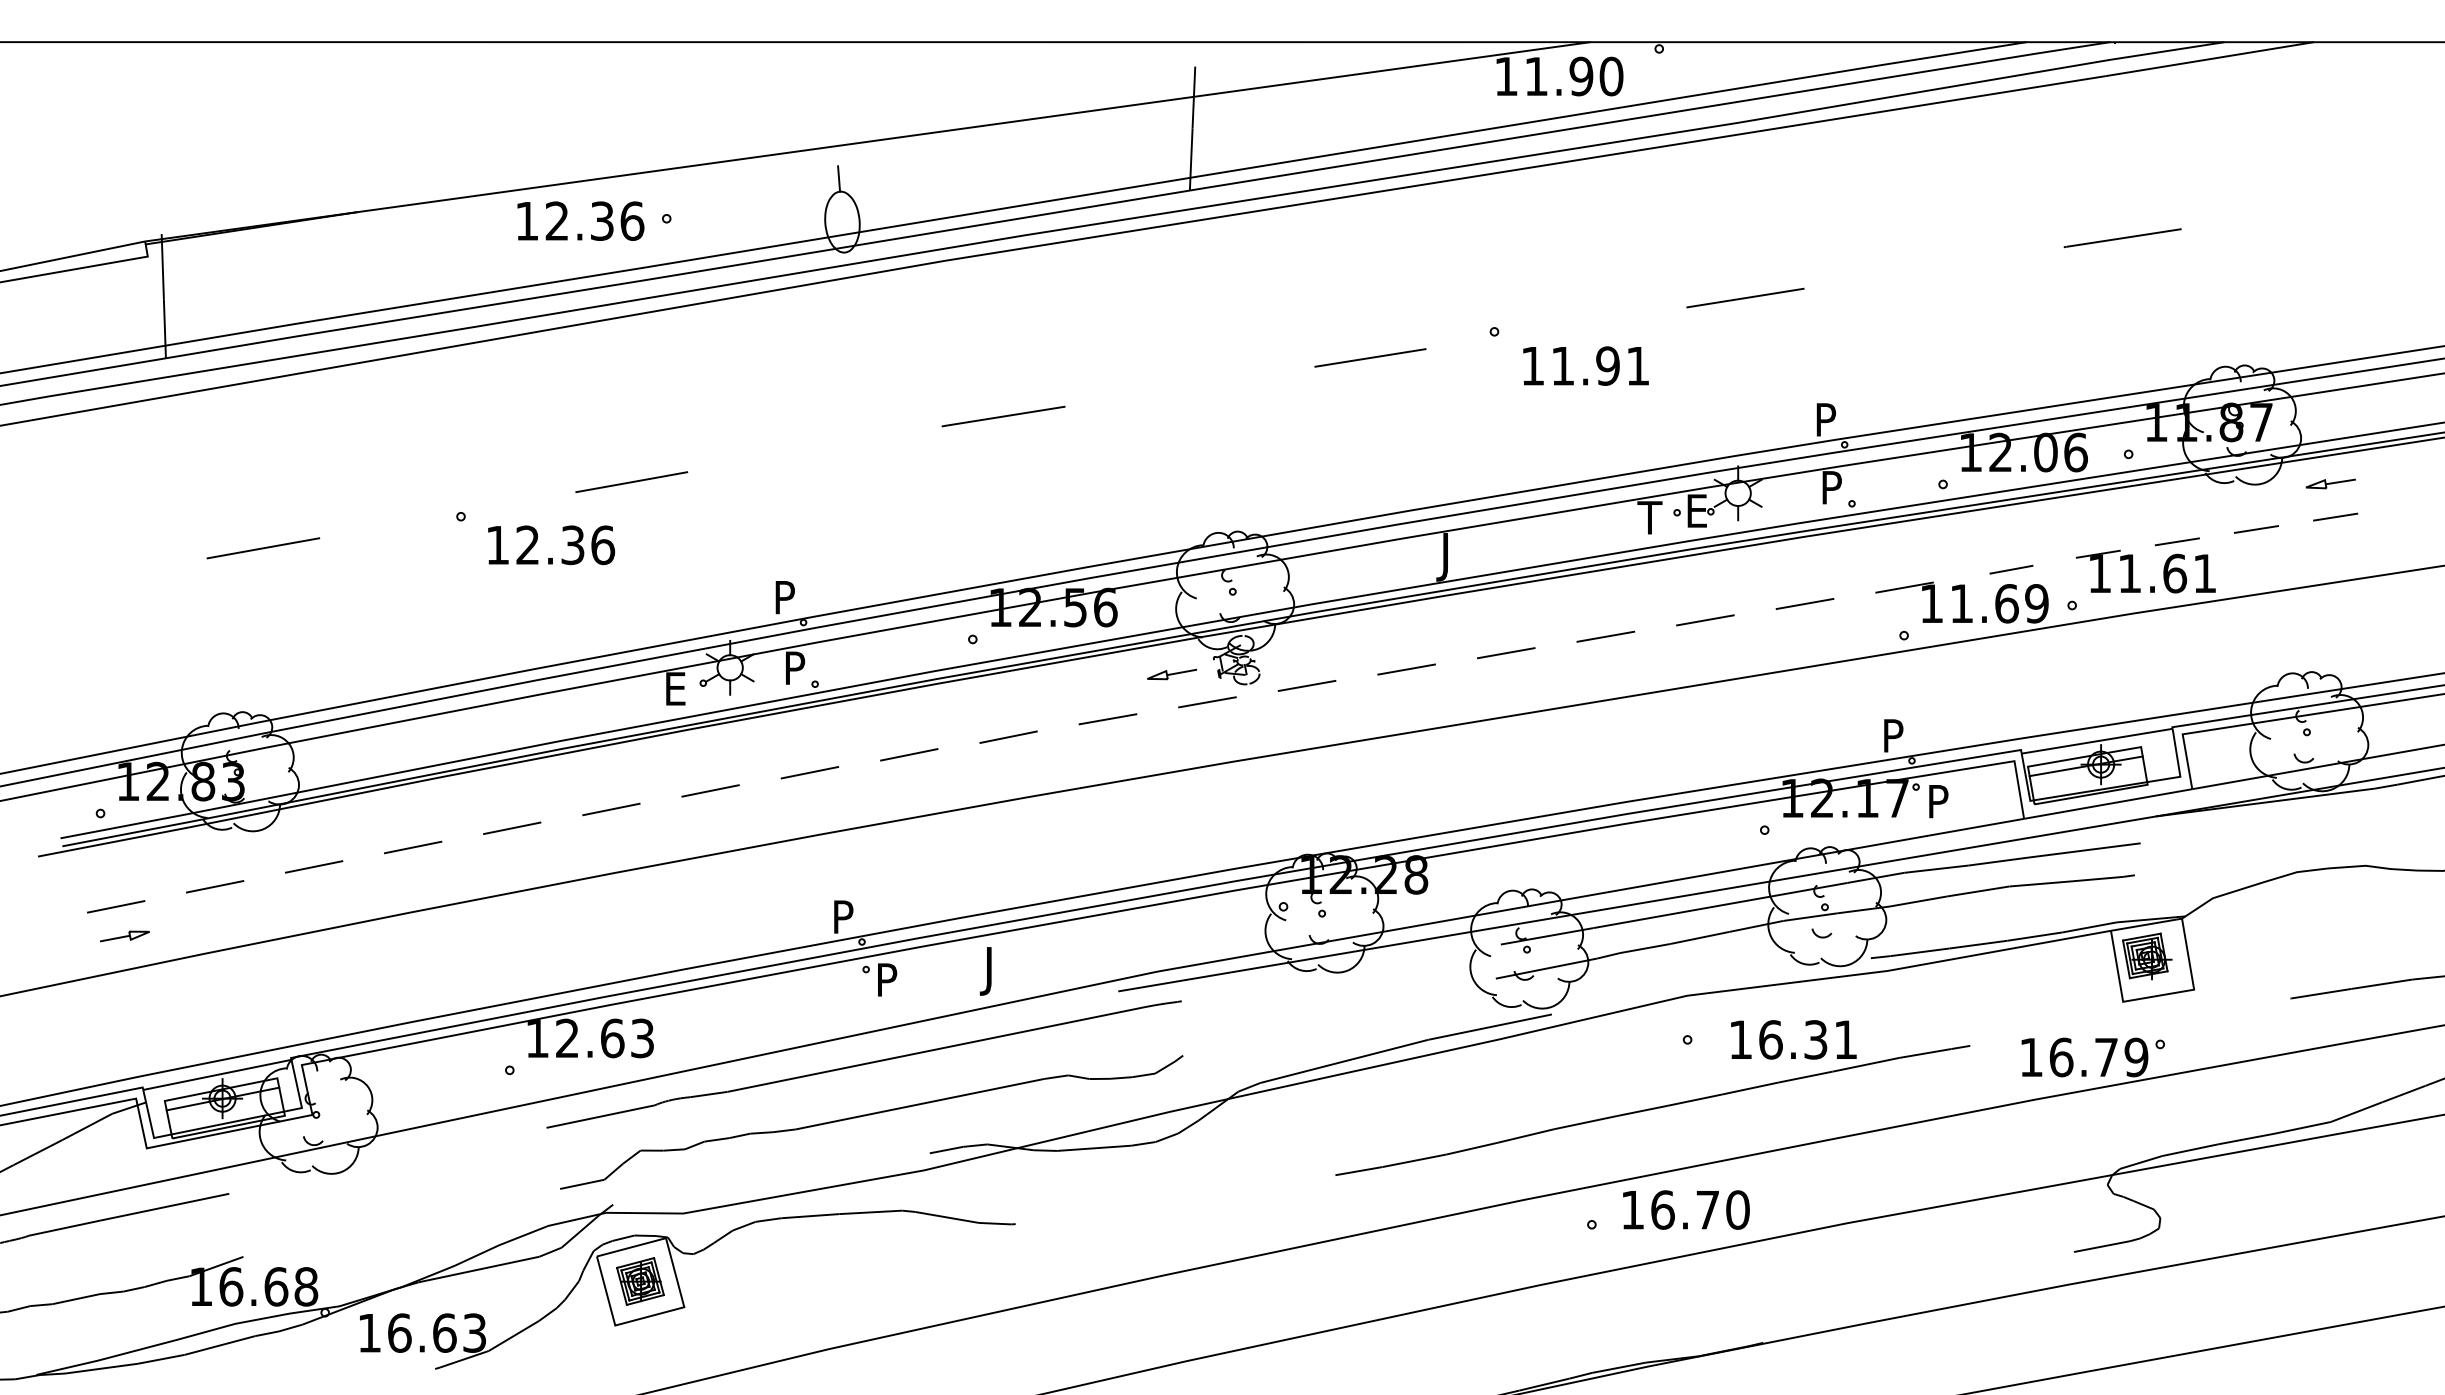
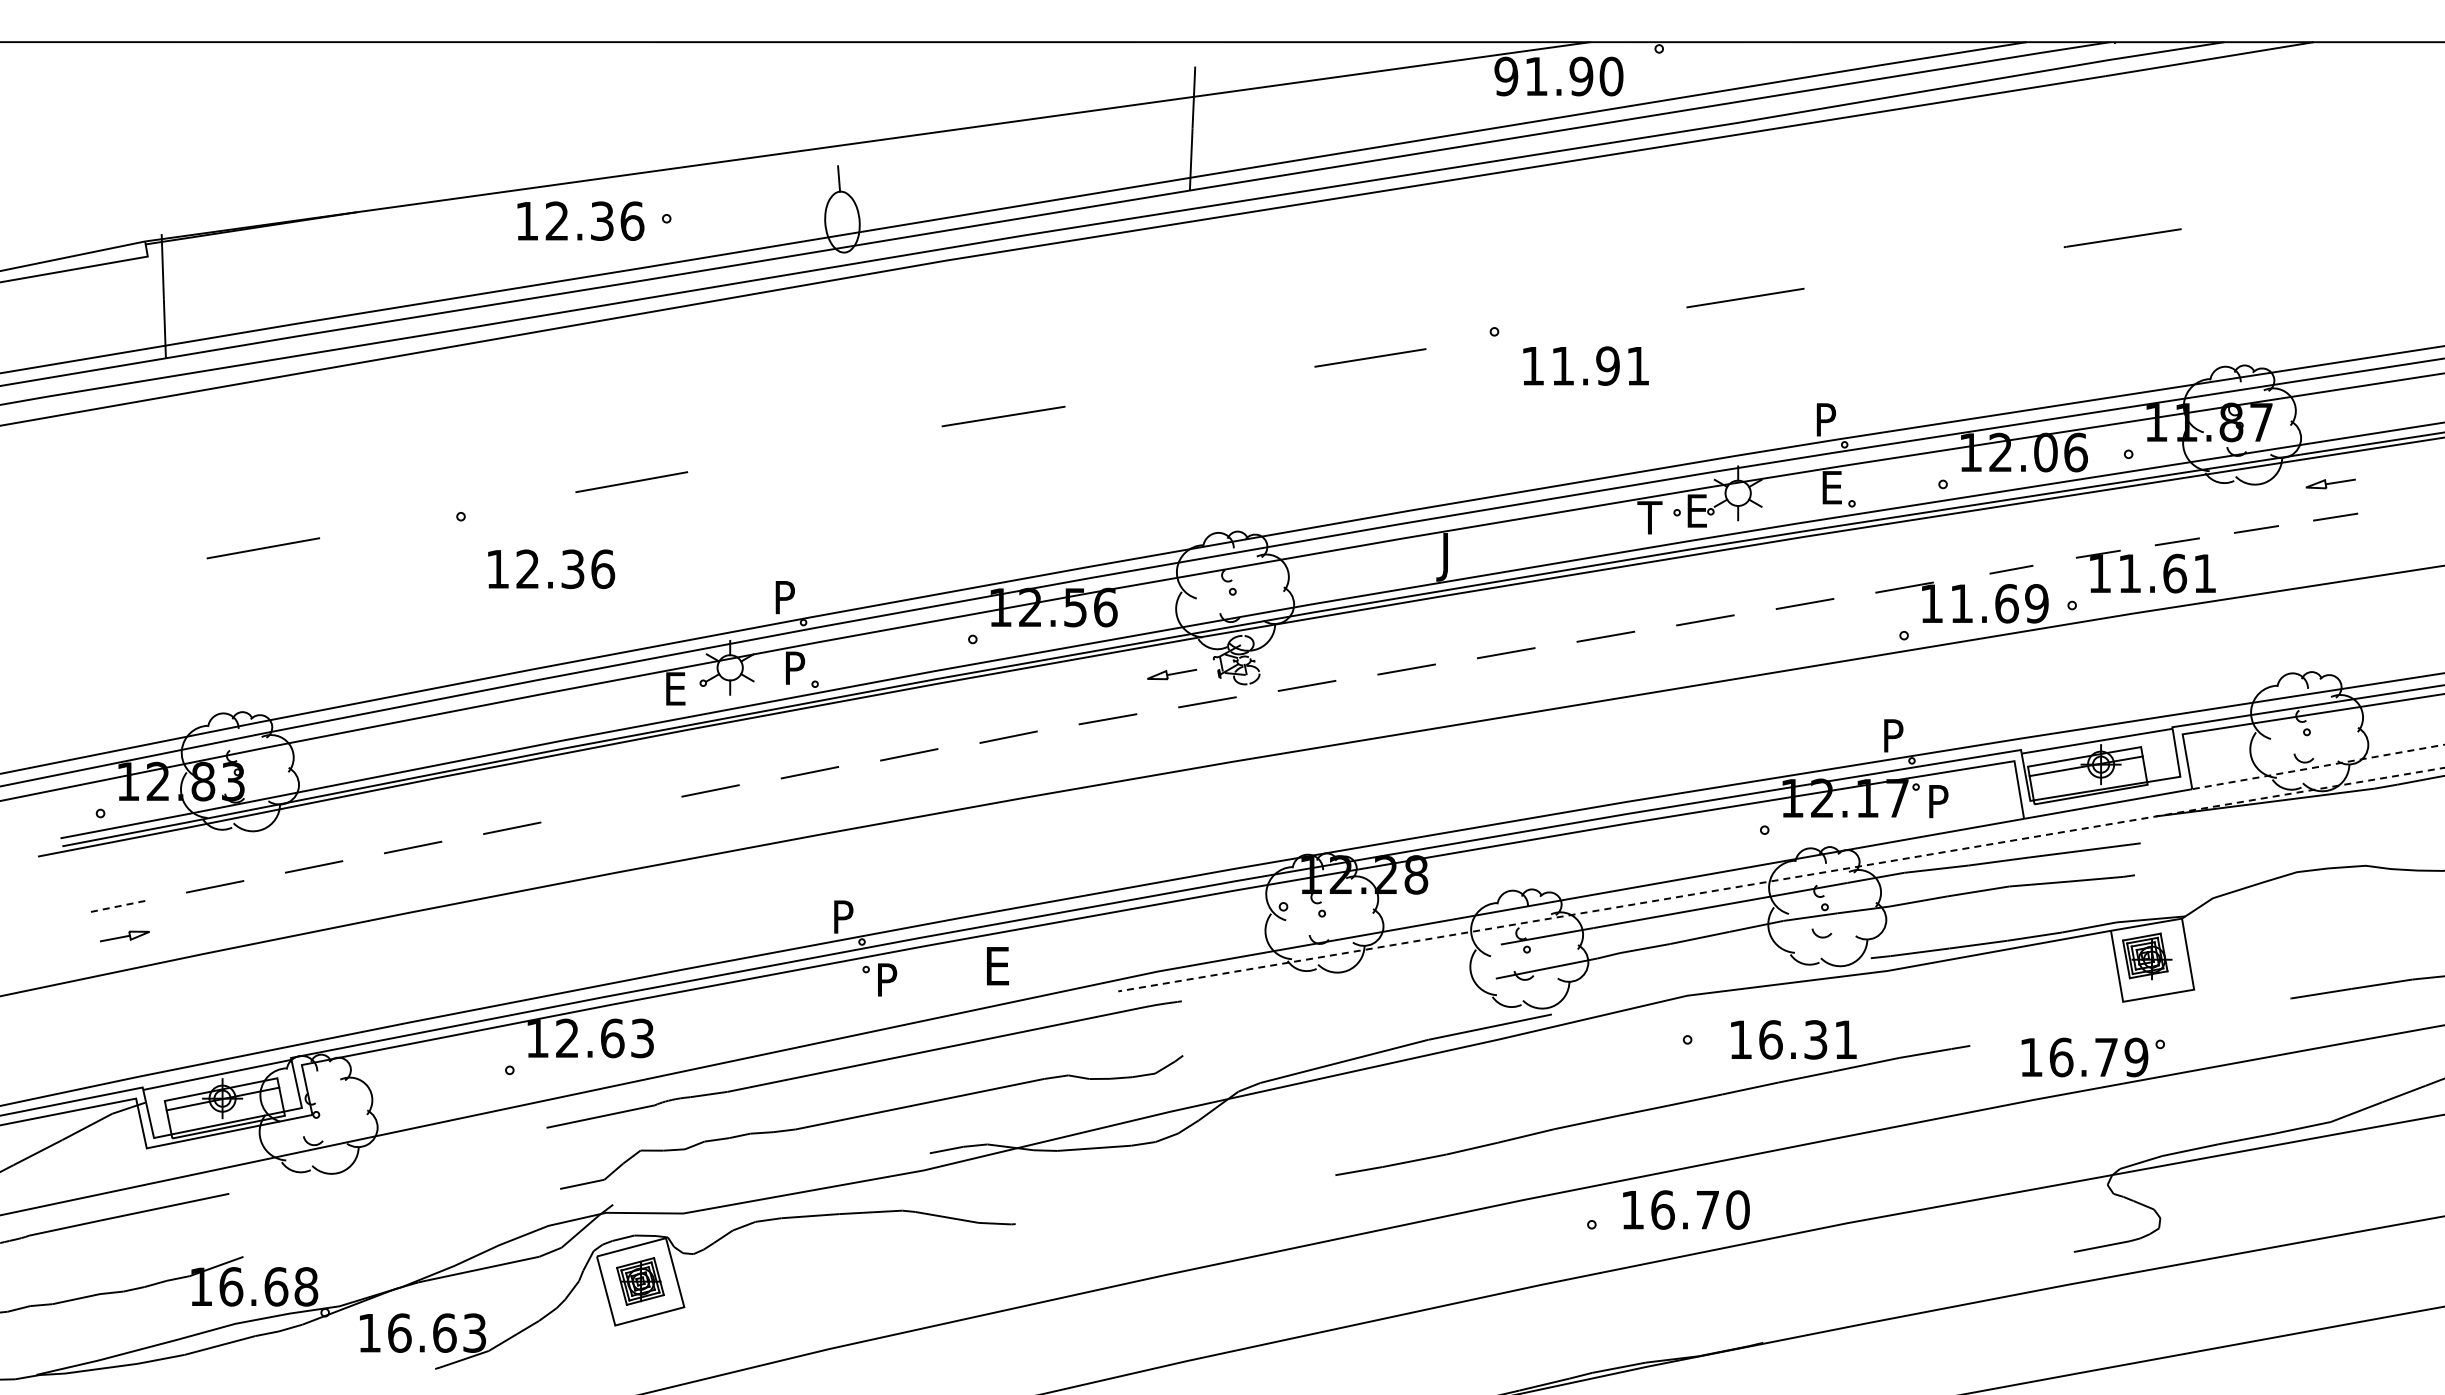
text at (1506, 76): 11.90 -> 91.90
text at (1833, 487): P -> E
text at (551, 545) position: (551, 545) -> (551, 569)
line at (2318, 766): solid -> dashed
line at (611, 809): present -> none
line at (1780, 879): solid -> dashed
line at (116, 906): solid -> dashed
text at (994, 971): J -> E
